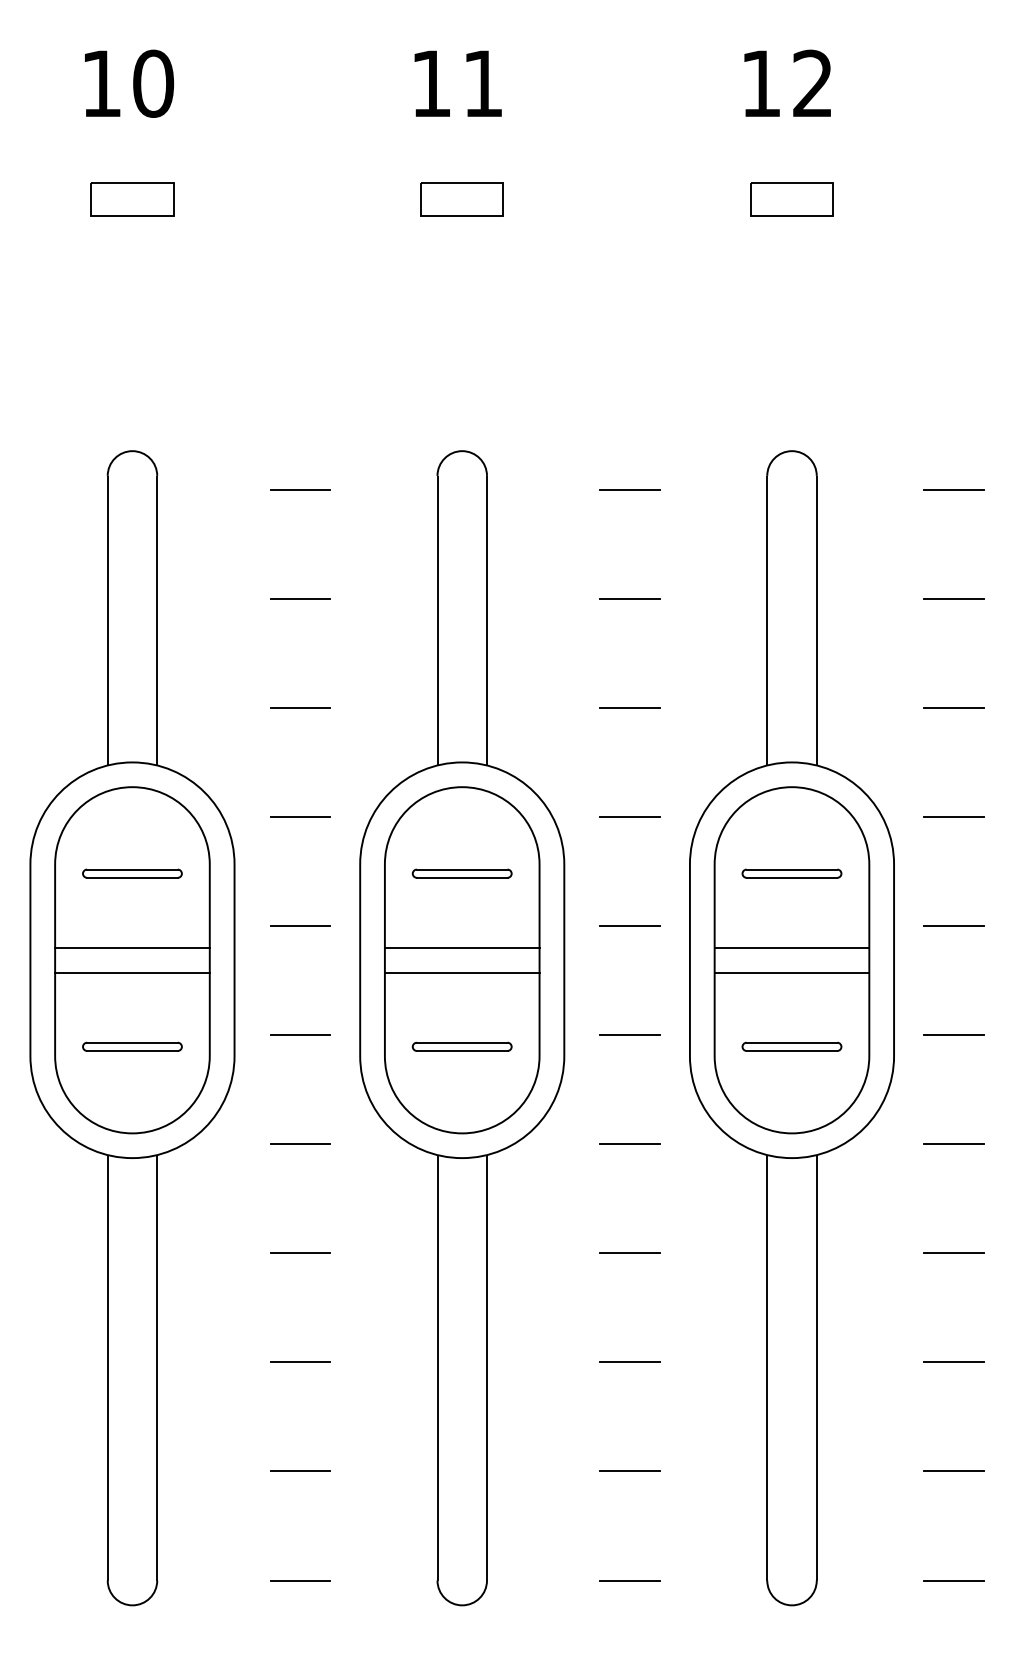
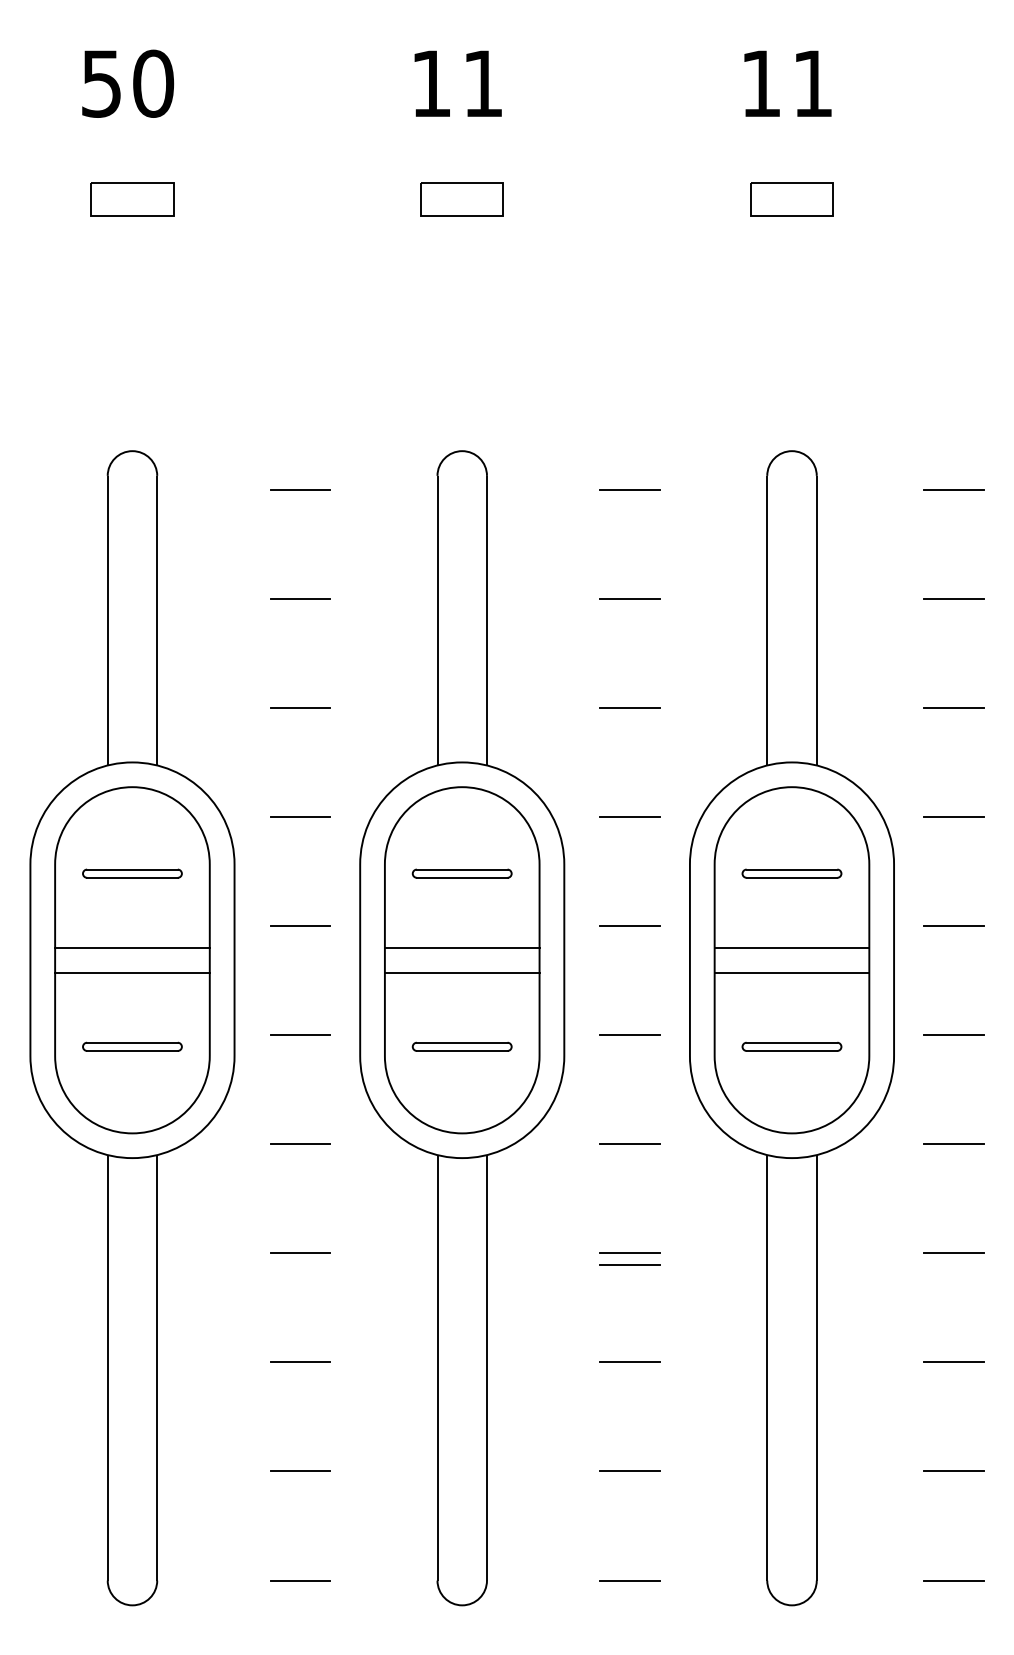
text at (812, 82): 12 -> 11
text at (101, 83): 10 -> 50
line at (629, 1264): none -> present
